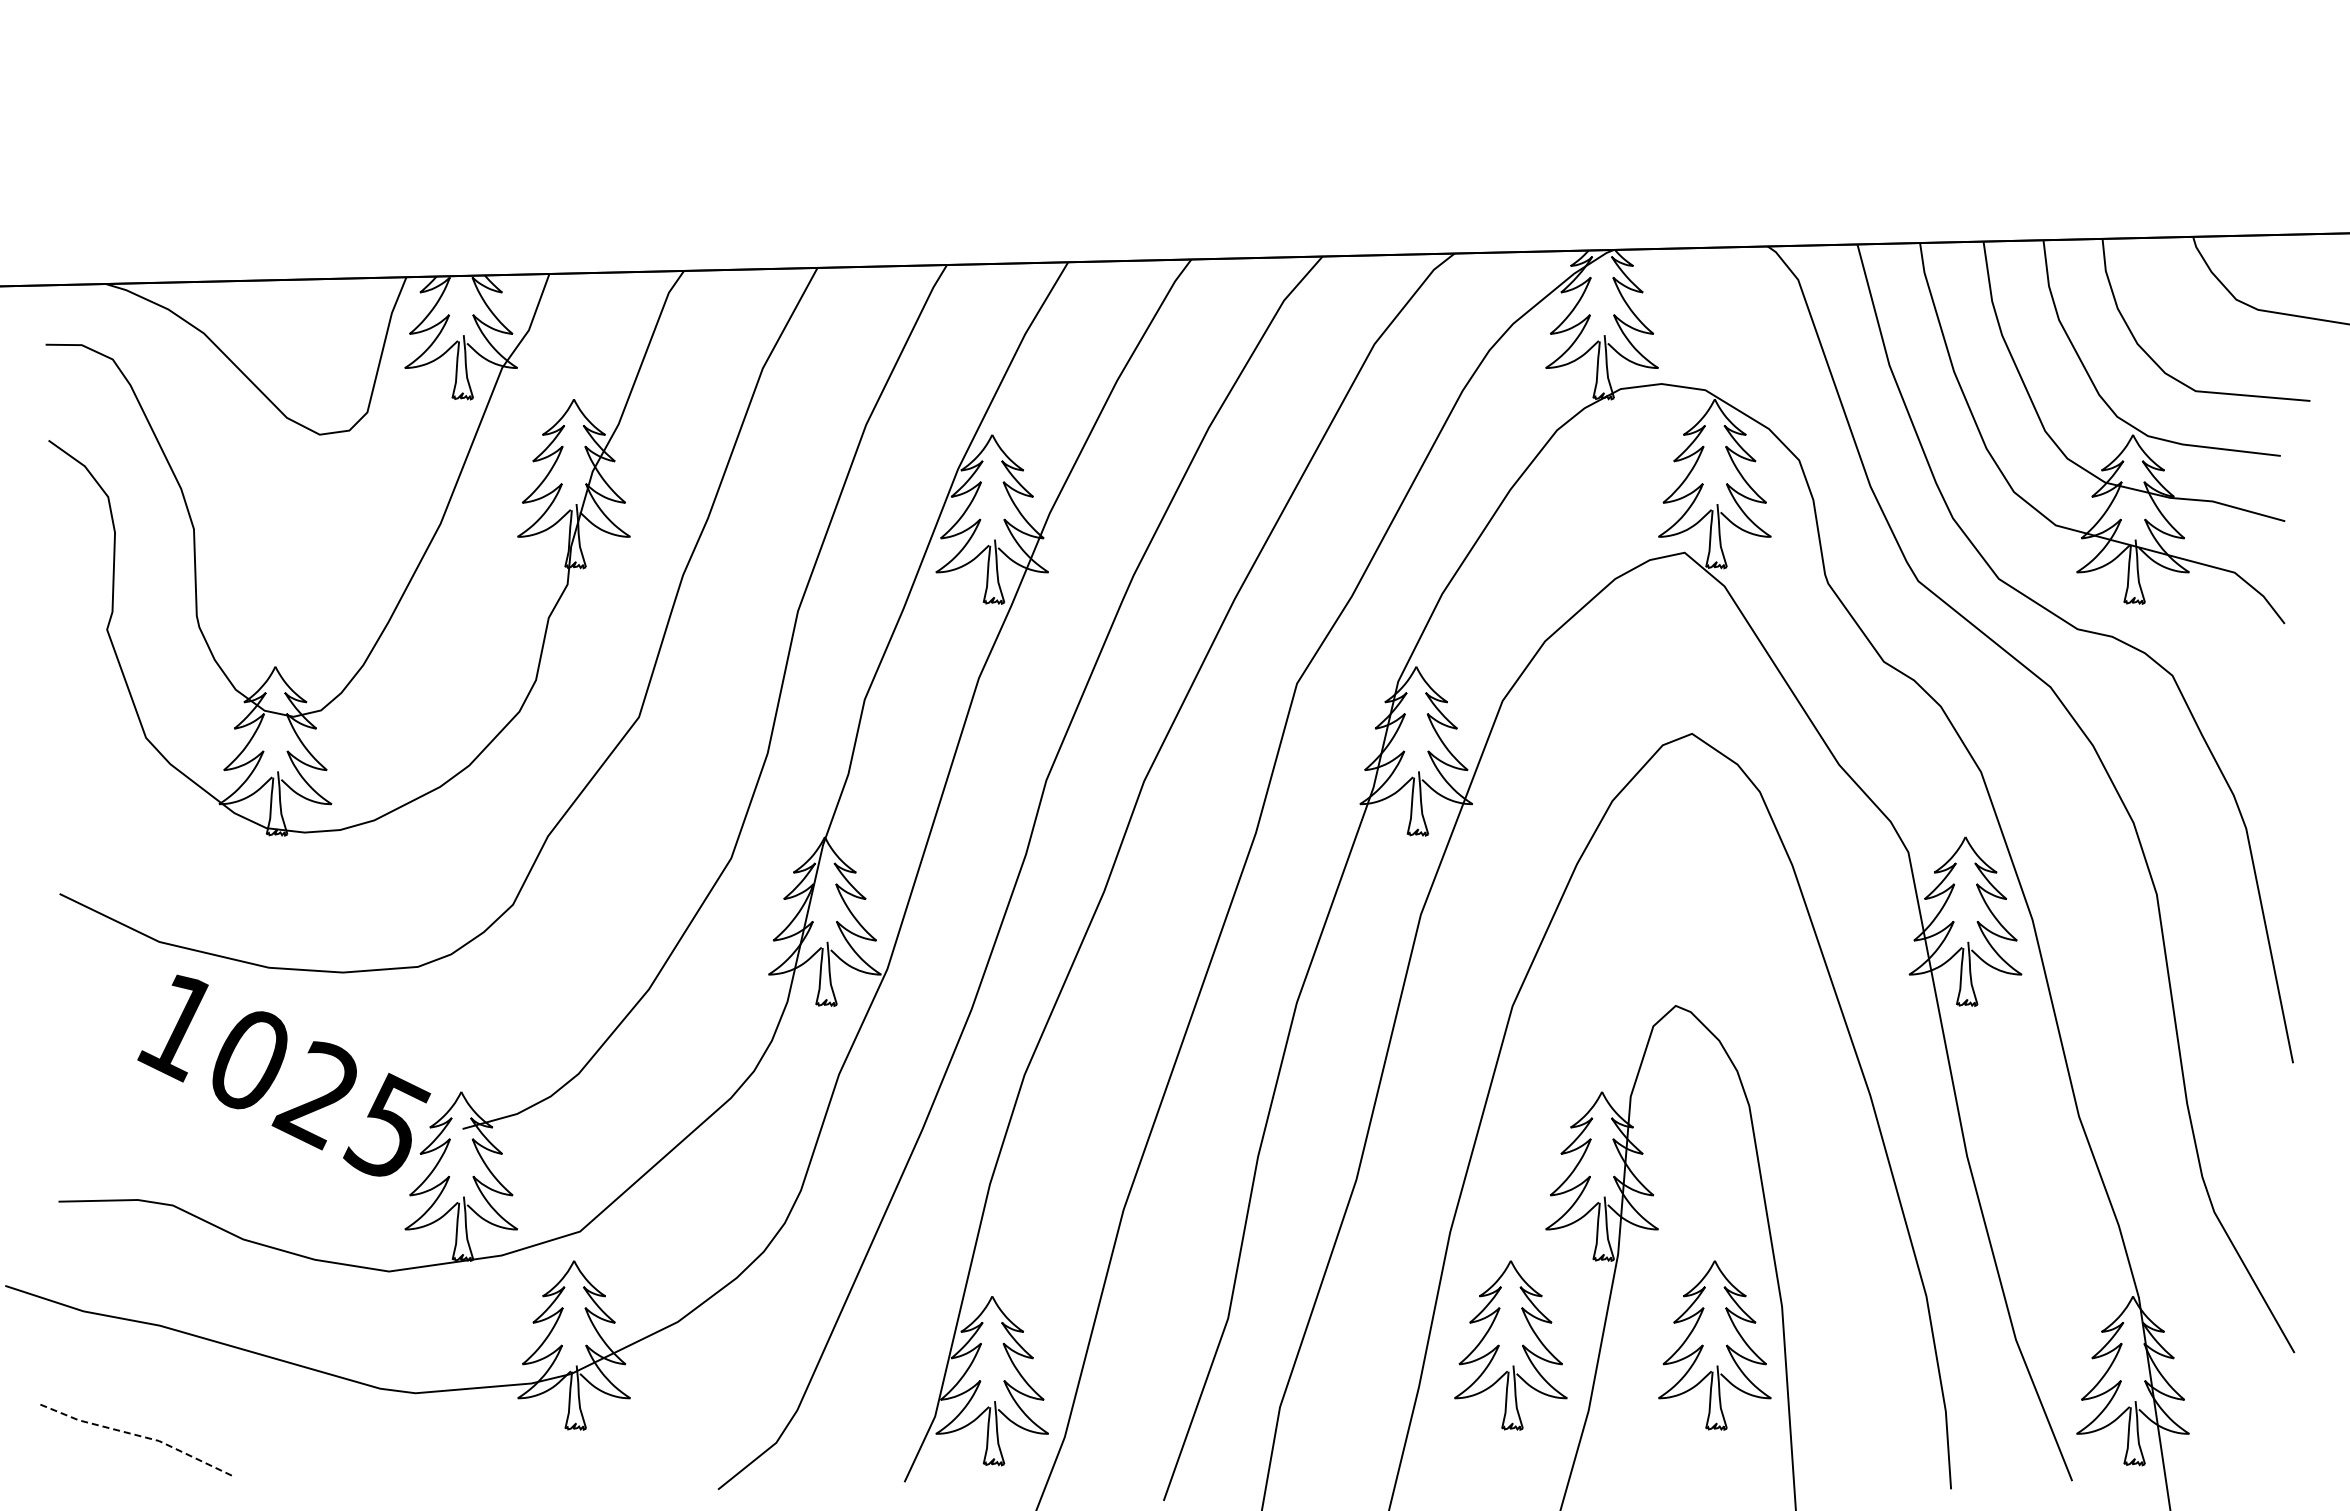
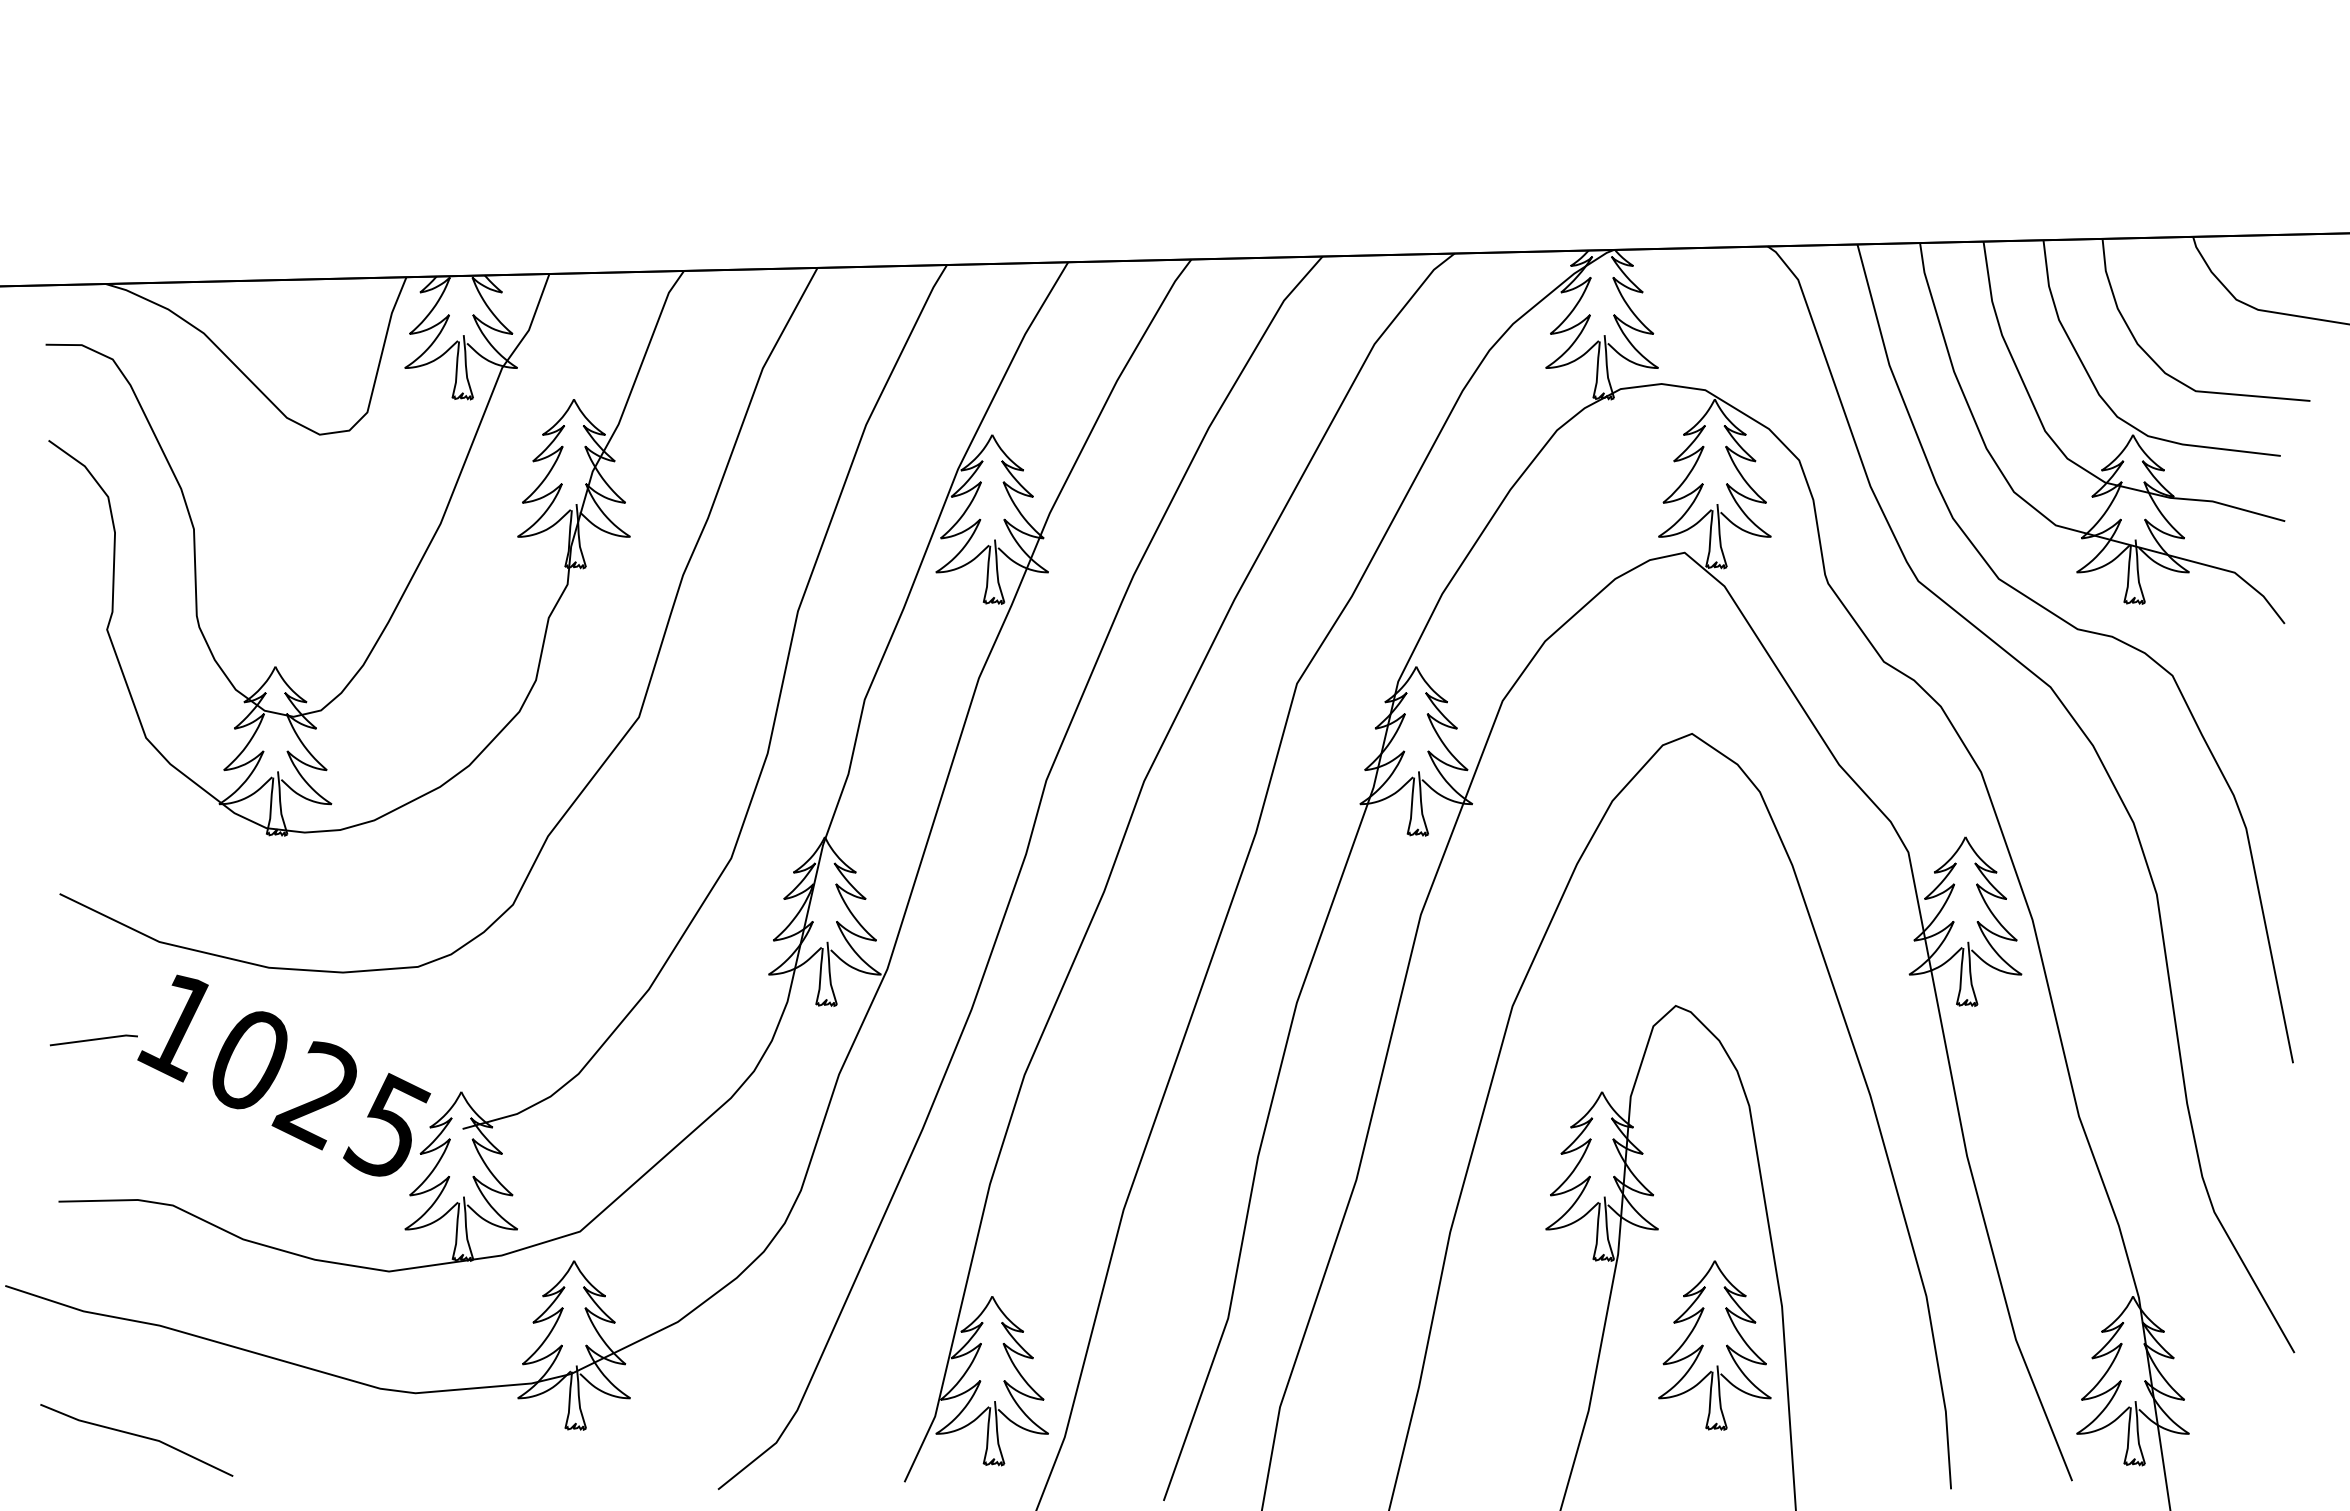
line at (93, 1040): none -> present
part at (1510, 1345): present -> none
line at (138, 1435): dashed -> solid
